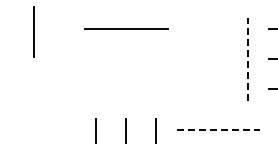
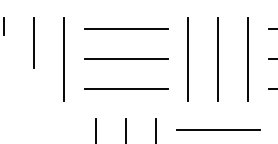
line at (3, 26): none -> present
line at (33, 31) position: (33, 31) -> (33, 42)
line at (63, 58): none -> present
line at (188, 58): none -> present
line at (218, 58): none -> present
line at (125, 59): none -> present
line at (248, 59): dashed -> solid
line at (125, 88): none -> present
line at (218, 130): dashed -> solid
